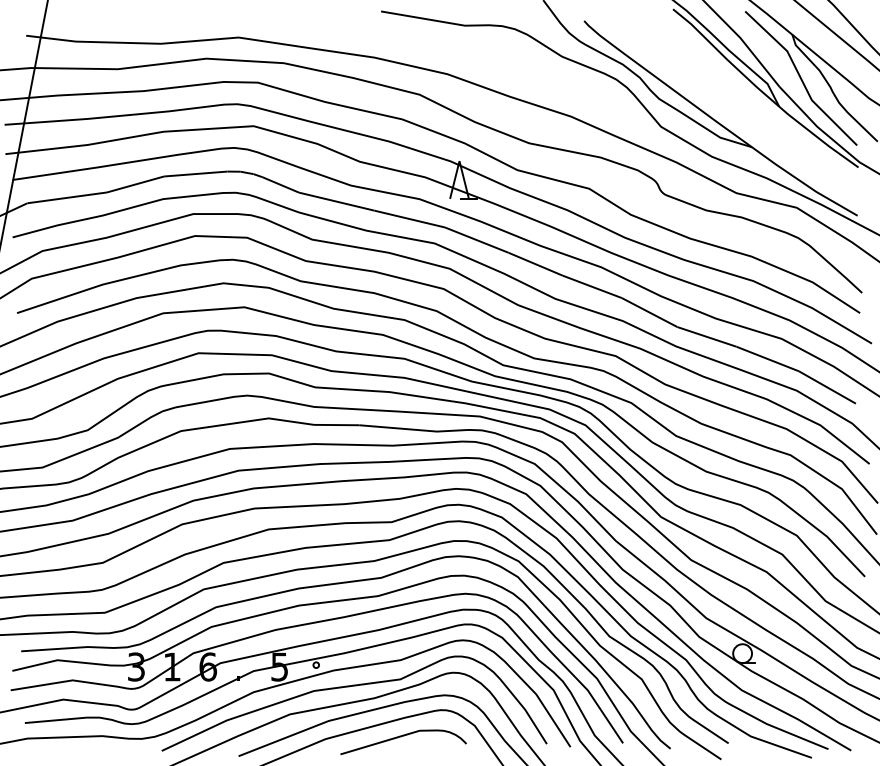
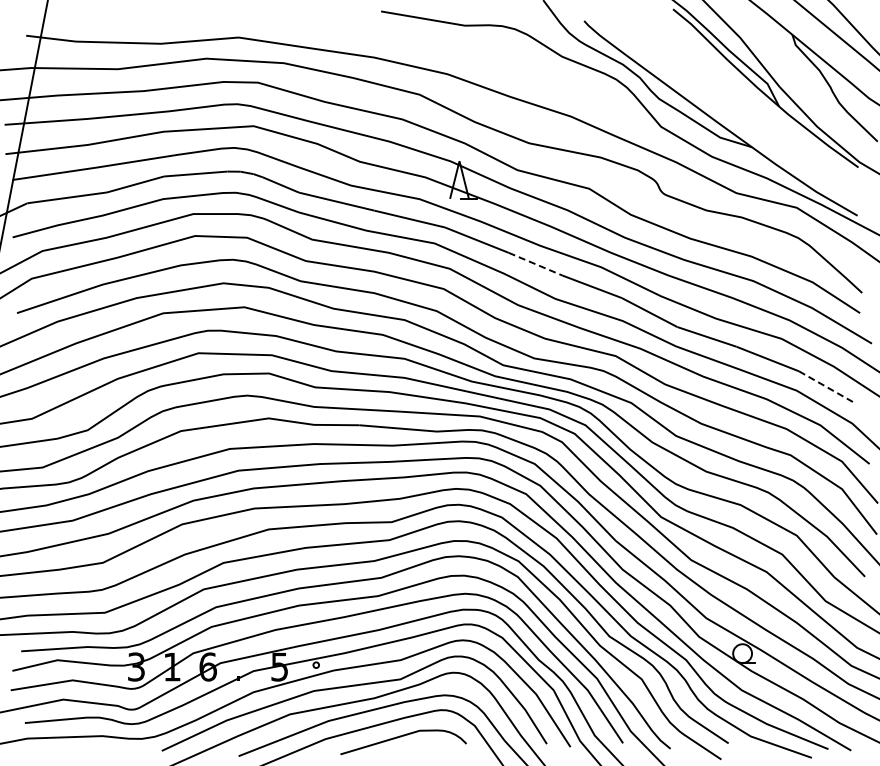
line at (800, 78): present -> none
line at (536, 264): solid -> dashed
line at (827, 387): solid -> dashed
